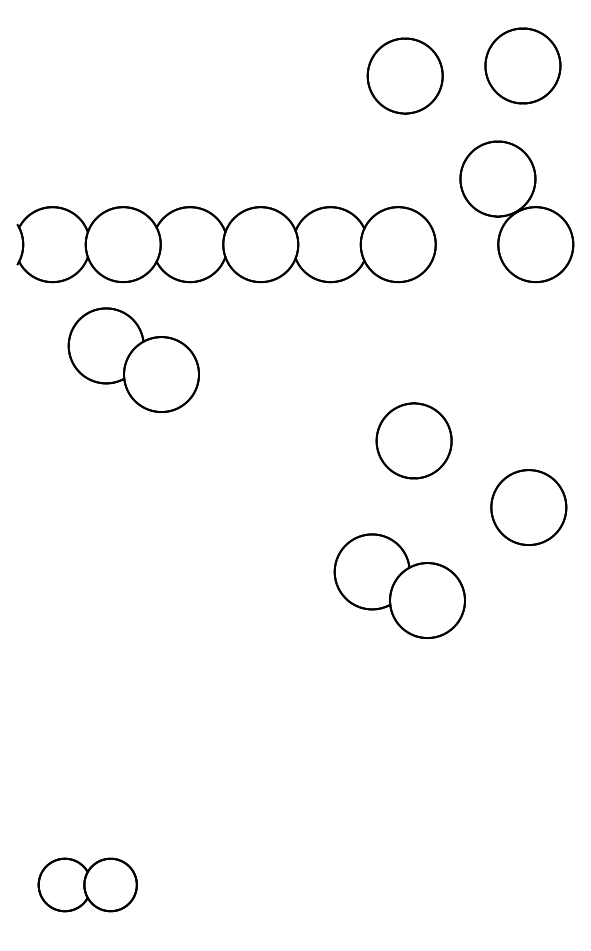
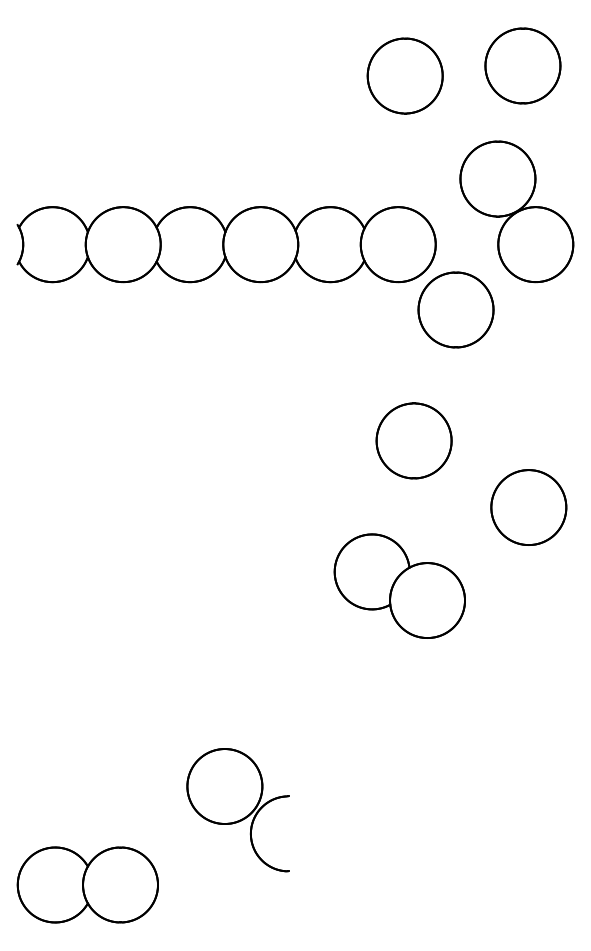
part at (455, 309): none -> present
part at (133, 359): present -> none
part at (237, 810): none -> present
part at (87, 884) size: 101x56 px -> 143x78 px
